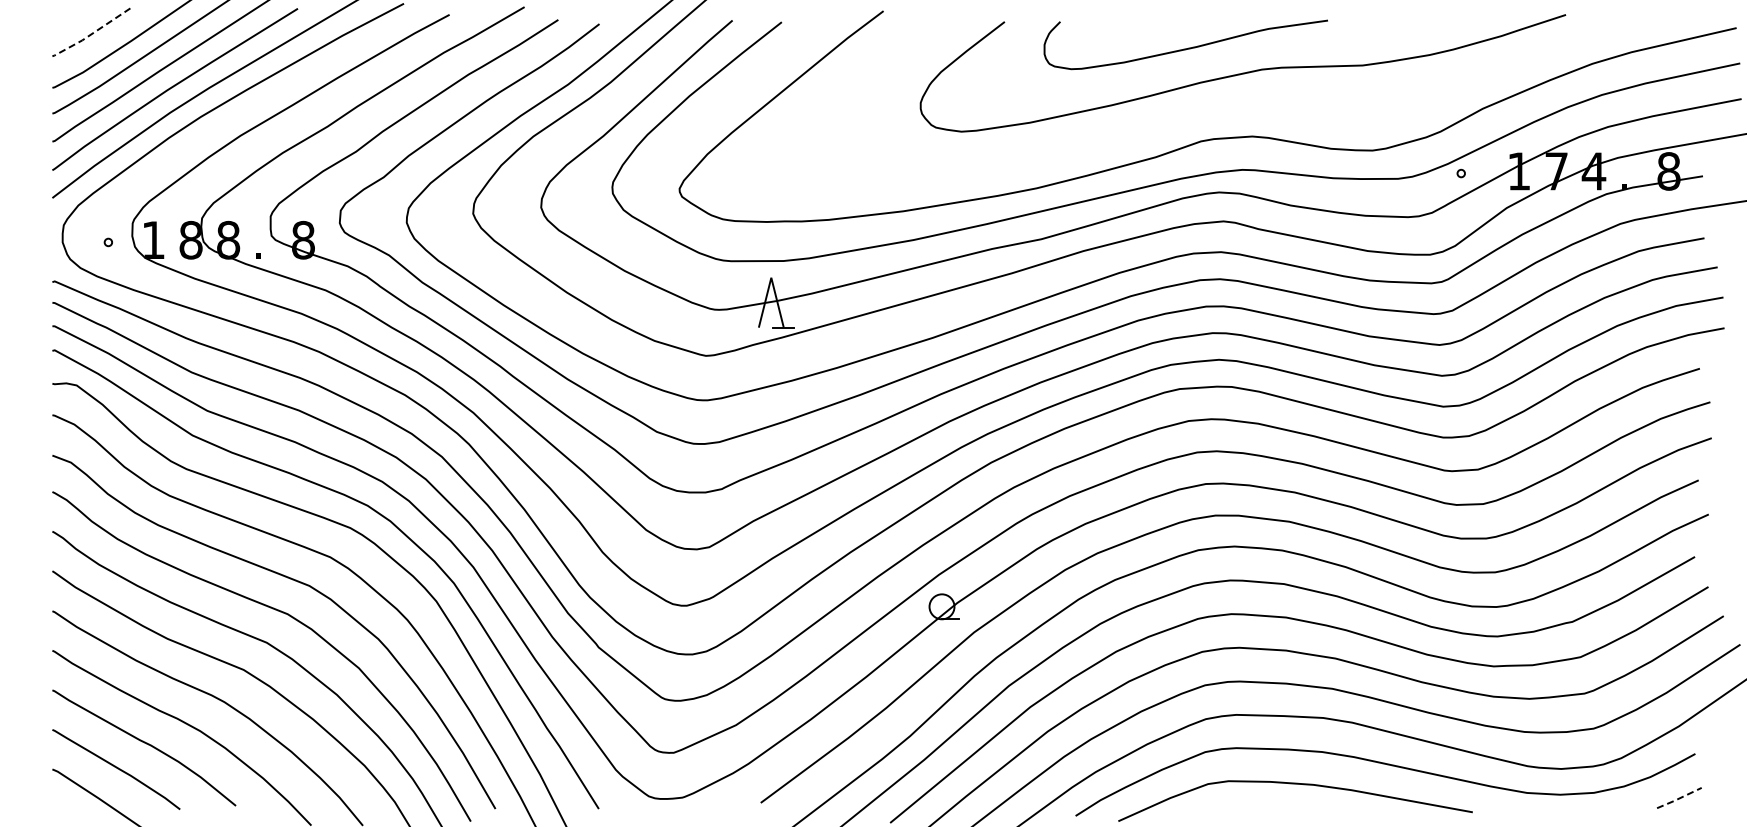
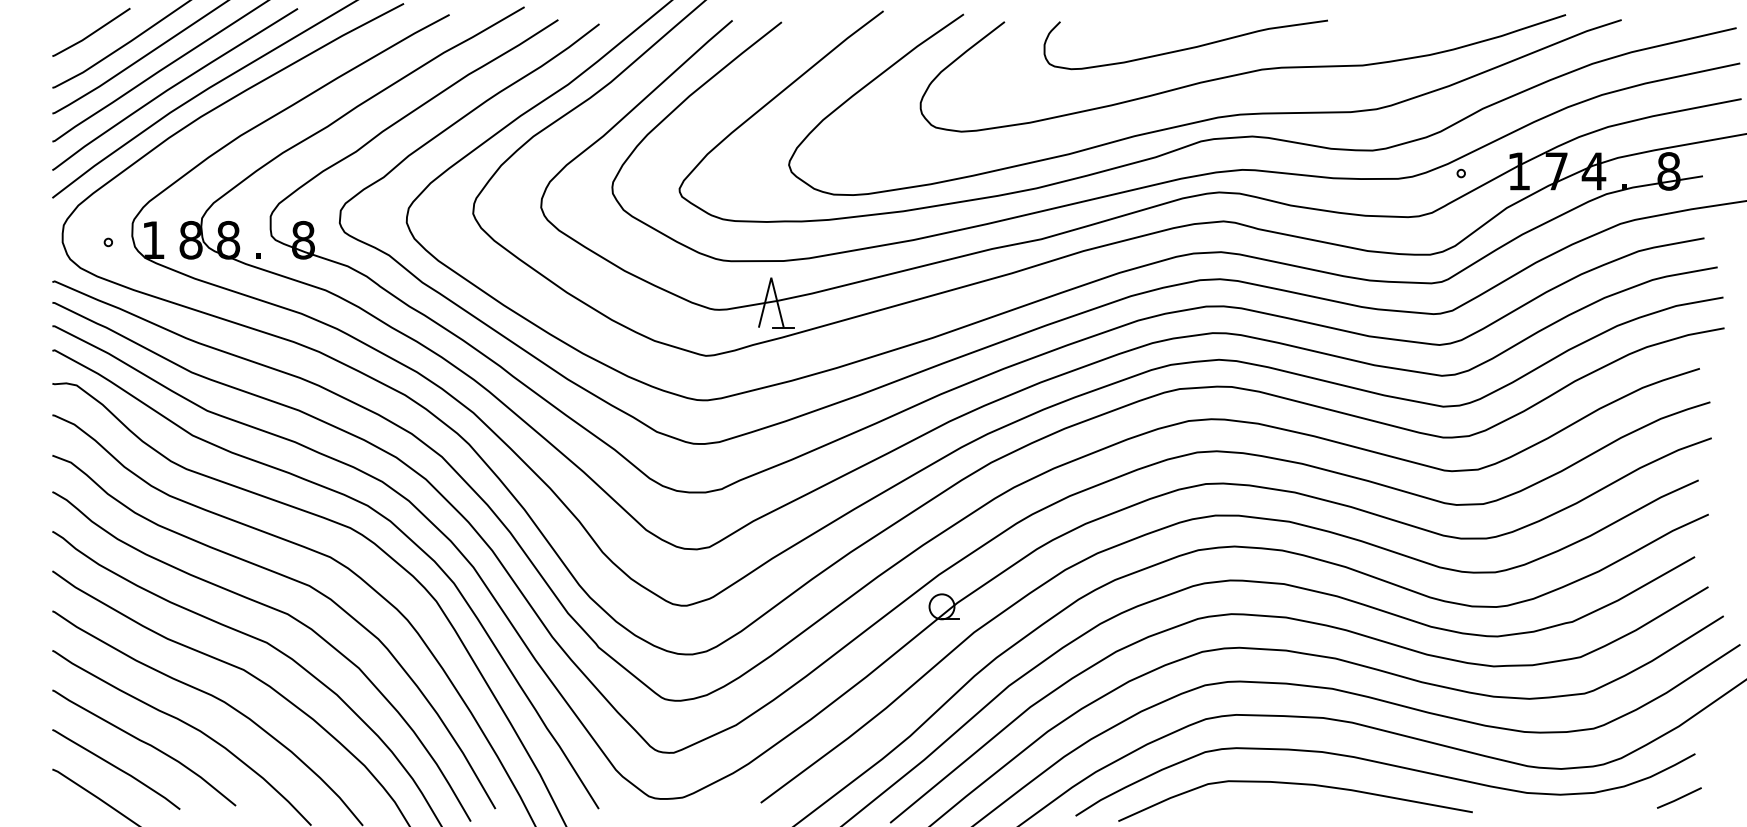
line at (90, 34): dashed -> solid
curve at (1208, 118): none -> present
line at (1679, 798): dashed -> solid
